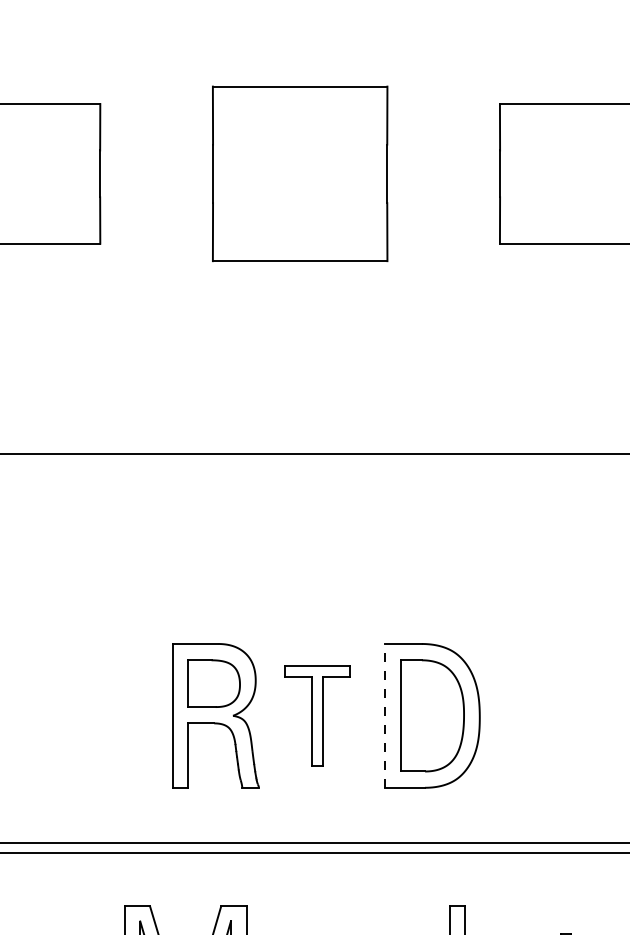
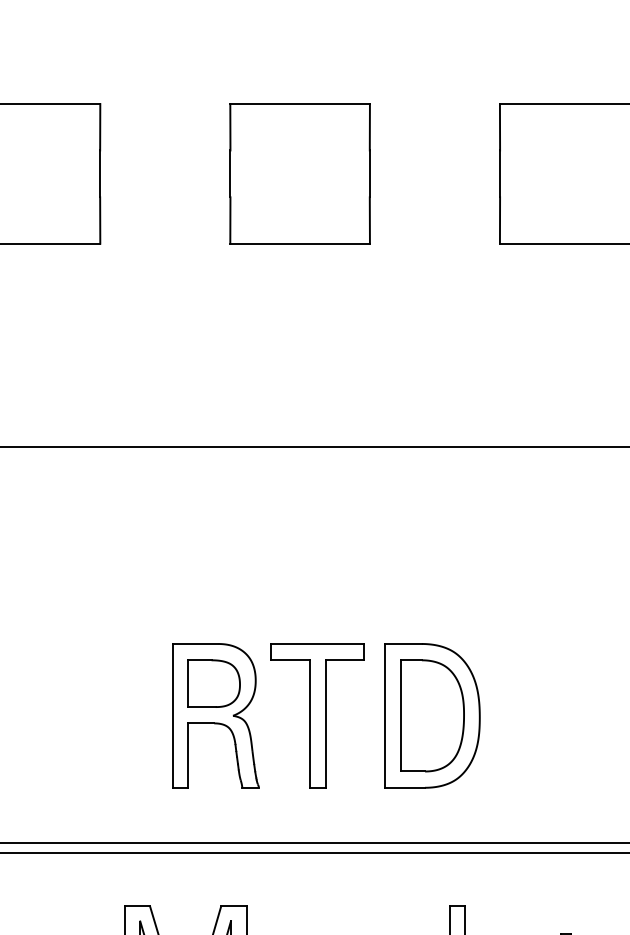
part at (300, 173) size: 177x177 px -> 142x142 px
line at (314, 454) position: (314, 454) -> (314, 447)
part at (317, 715) size: 67x102 px -> 95x146 px
line at (385, 715): dashed -> solid
